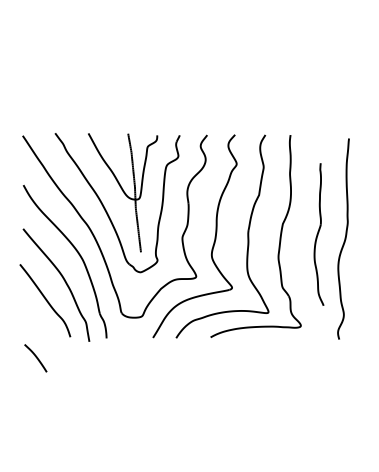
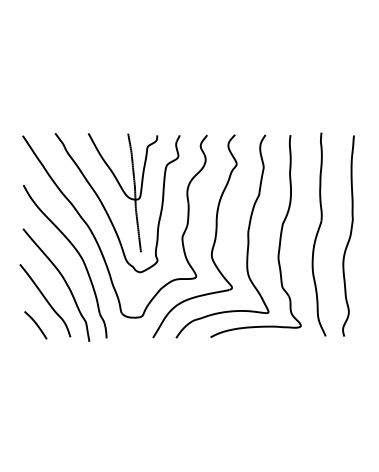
part at (318, 234) size: 12x143 px -> 16x205 px
curve at (344, 238) position: (344, 238) -> (349, 235)
curve at (35, 357) position: (35, 357) -> (35, 324)
